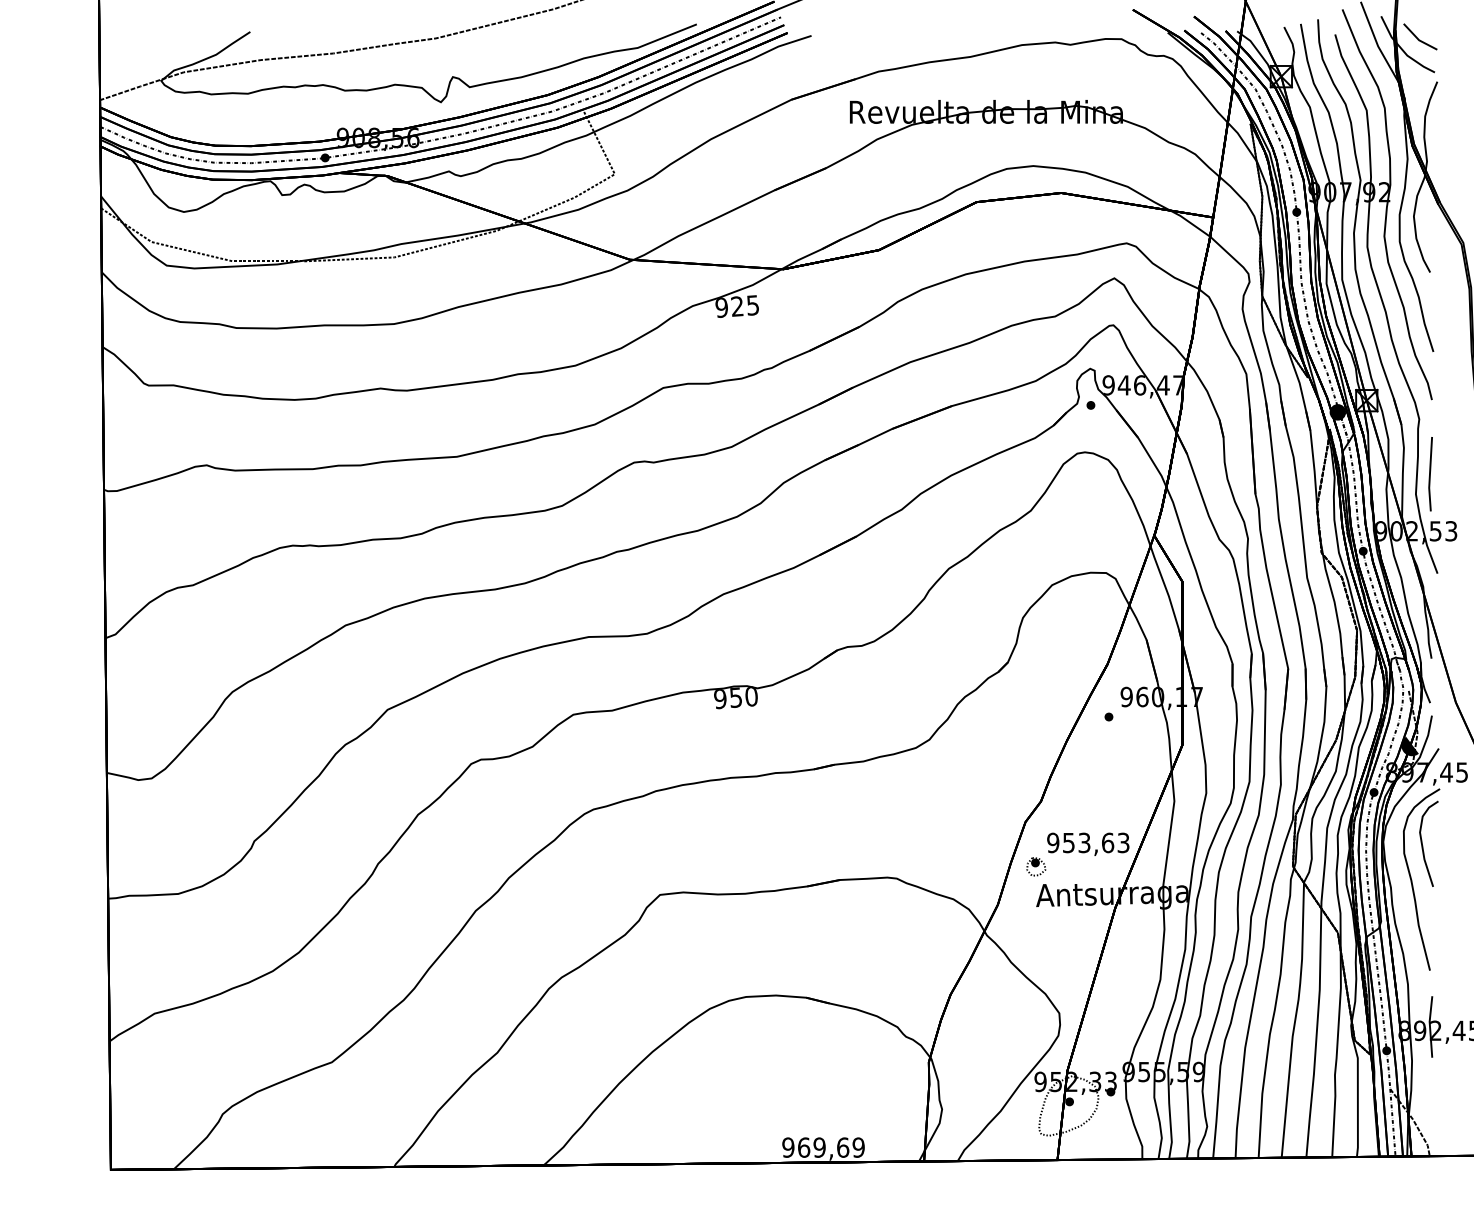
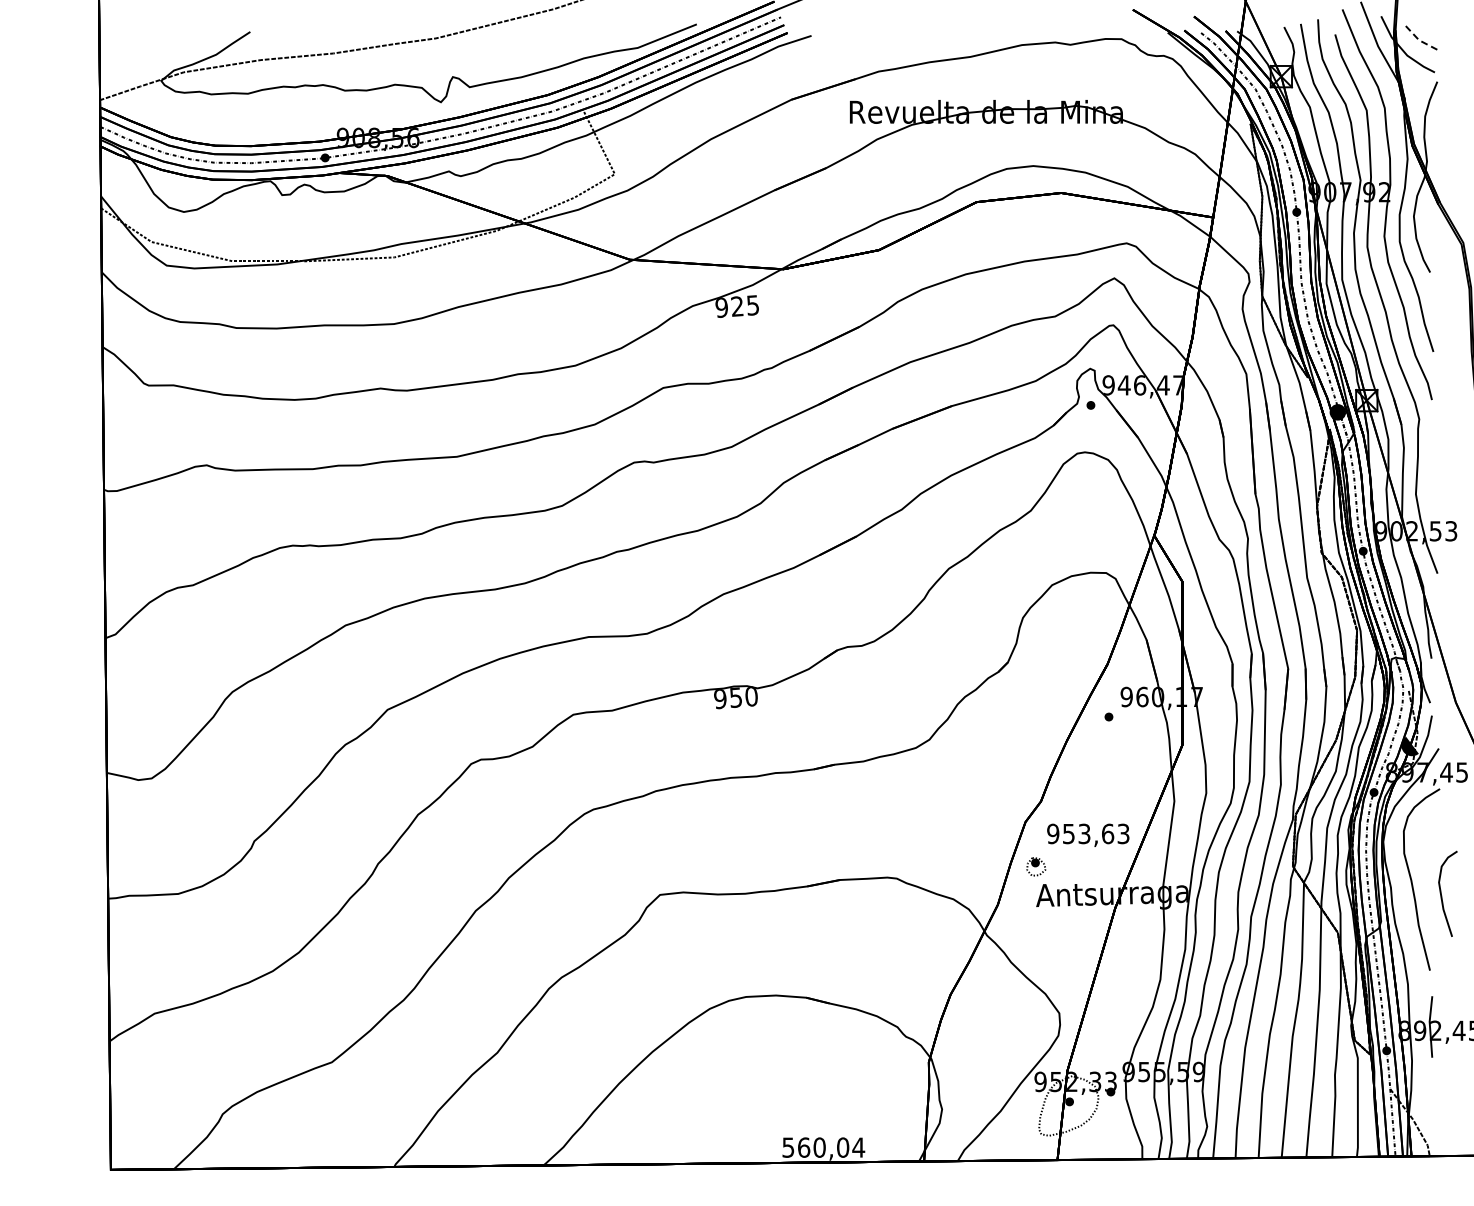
line at (1418, 39): solid -> dashed
line at (1430, 474): present -> none
text at (1088, 843) position: (1088, 843) -> (1088, 834)
curve at (1423, 845) position: (1423, 845) -> (1442, 895)
text at (823, 1147): 969,69 -> 560,04
